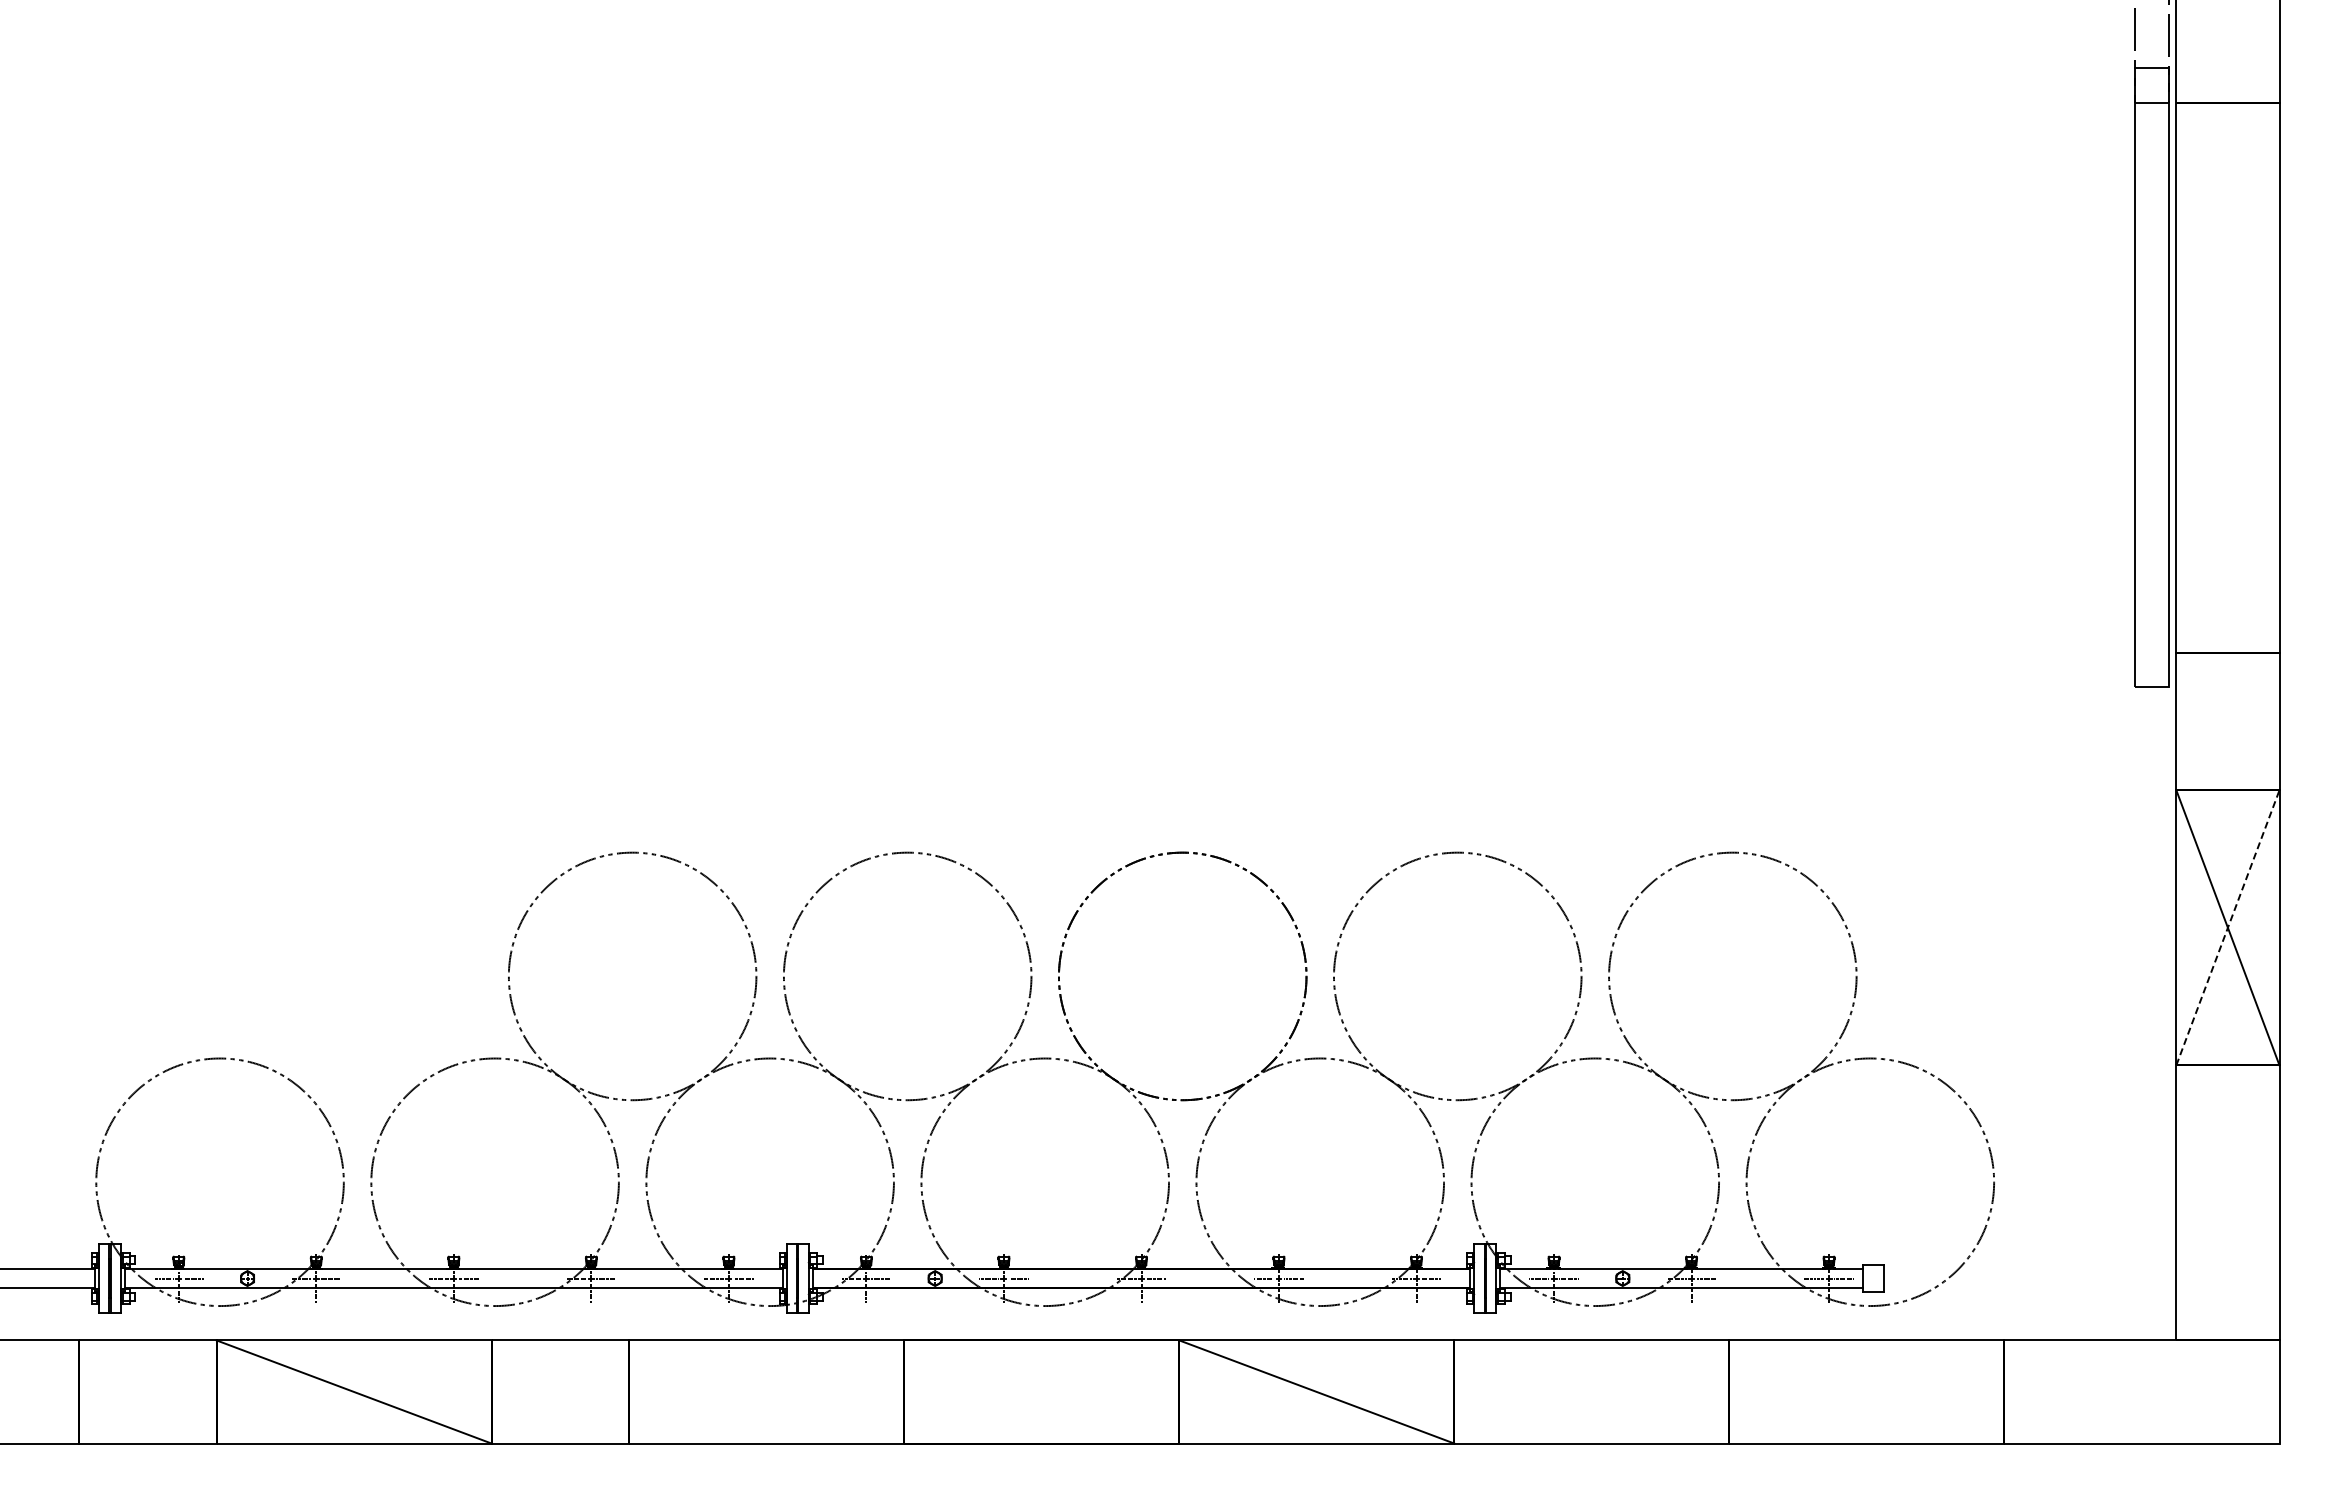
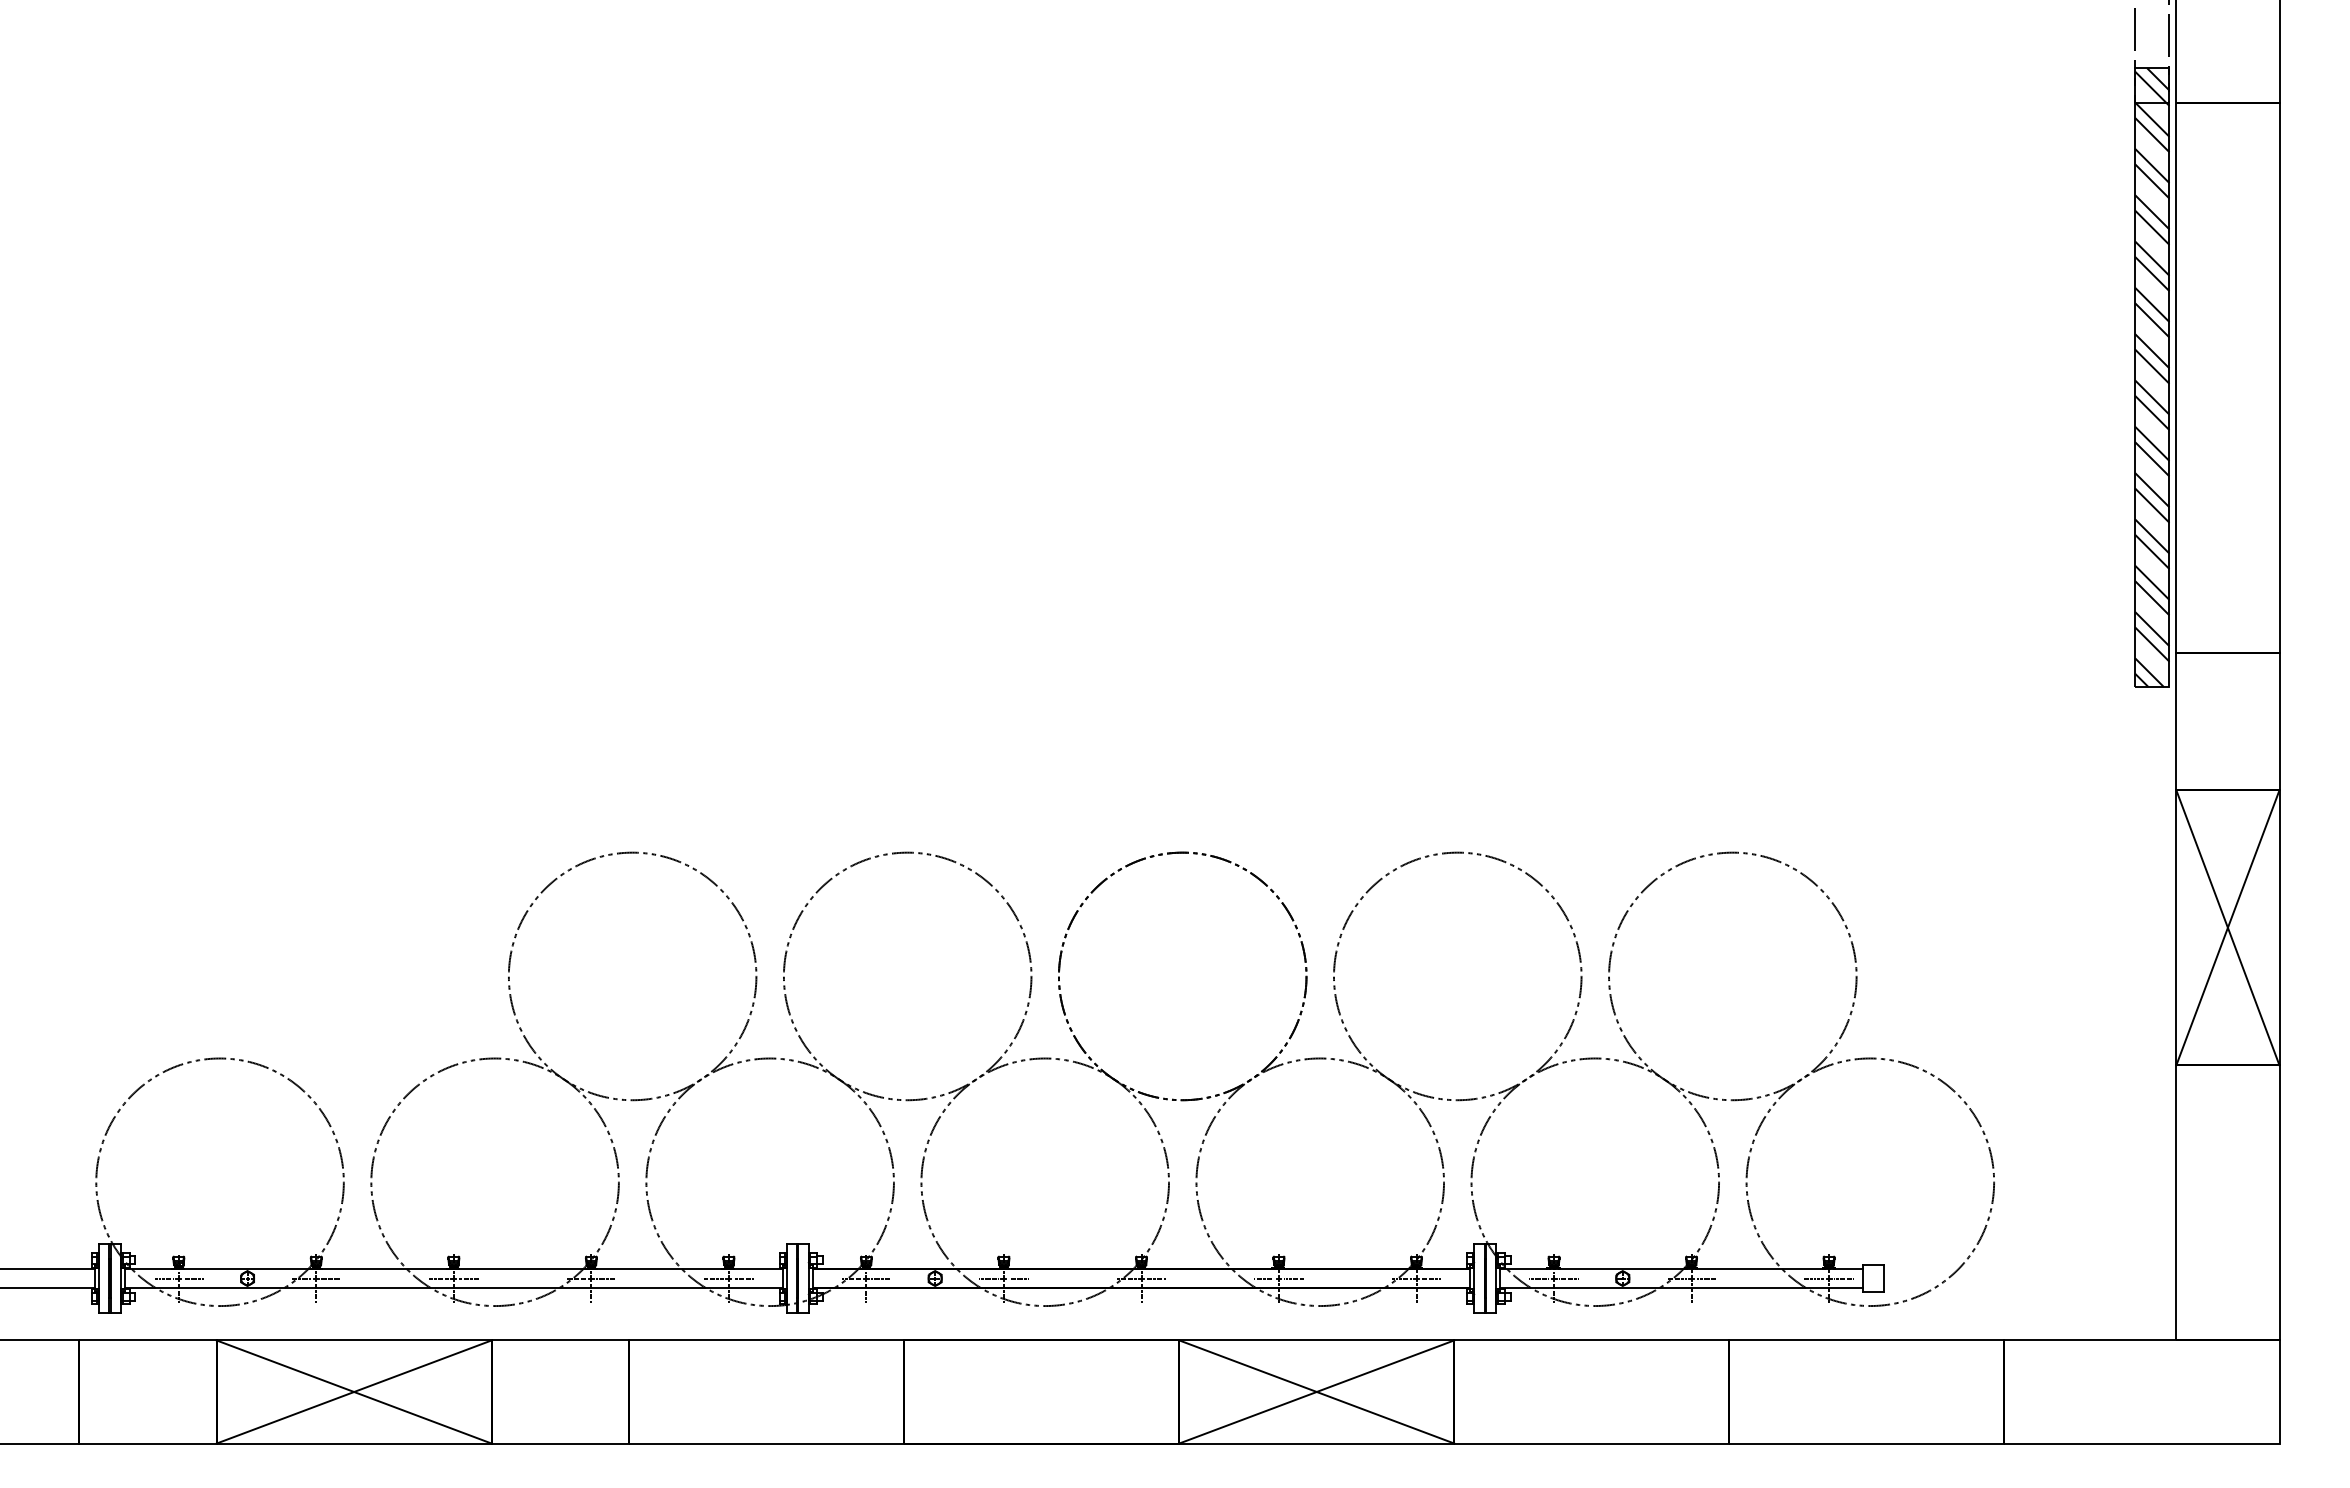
hatch at (2152, 377): none -> present
line at (2227, 927): dashed -> solid
line at (353, 1391): none -> present
line at (1316, 1391): none -> present
